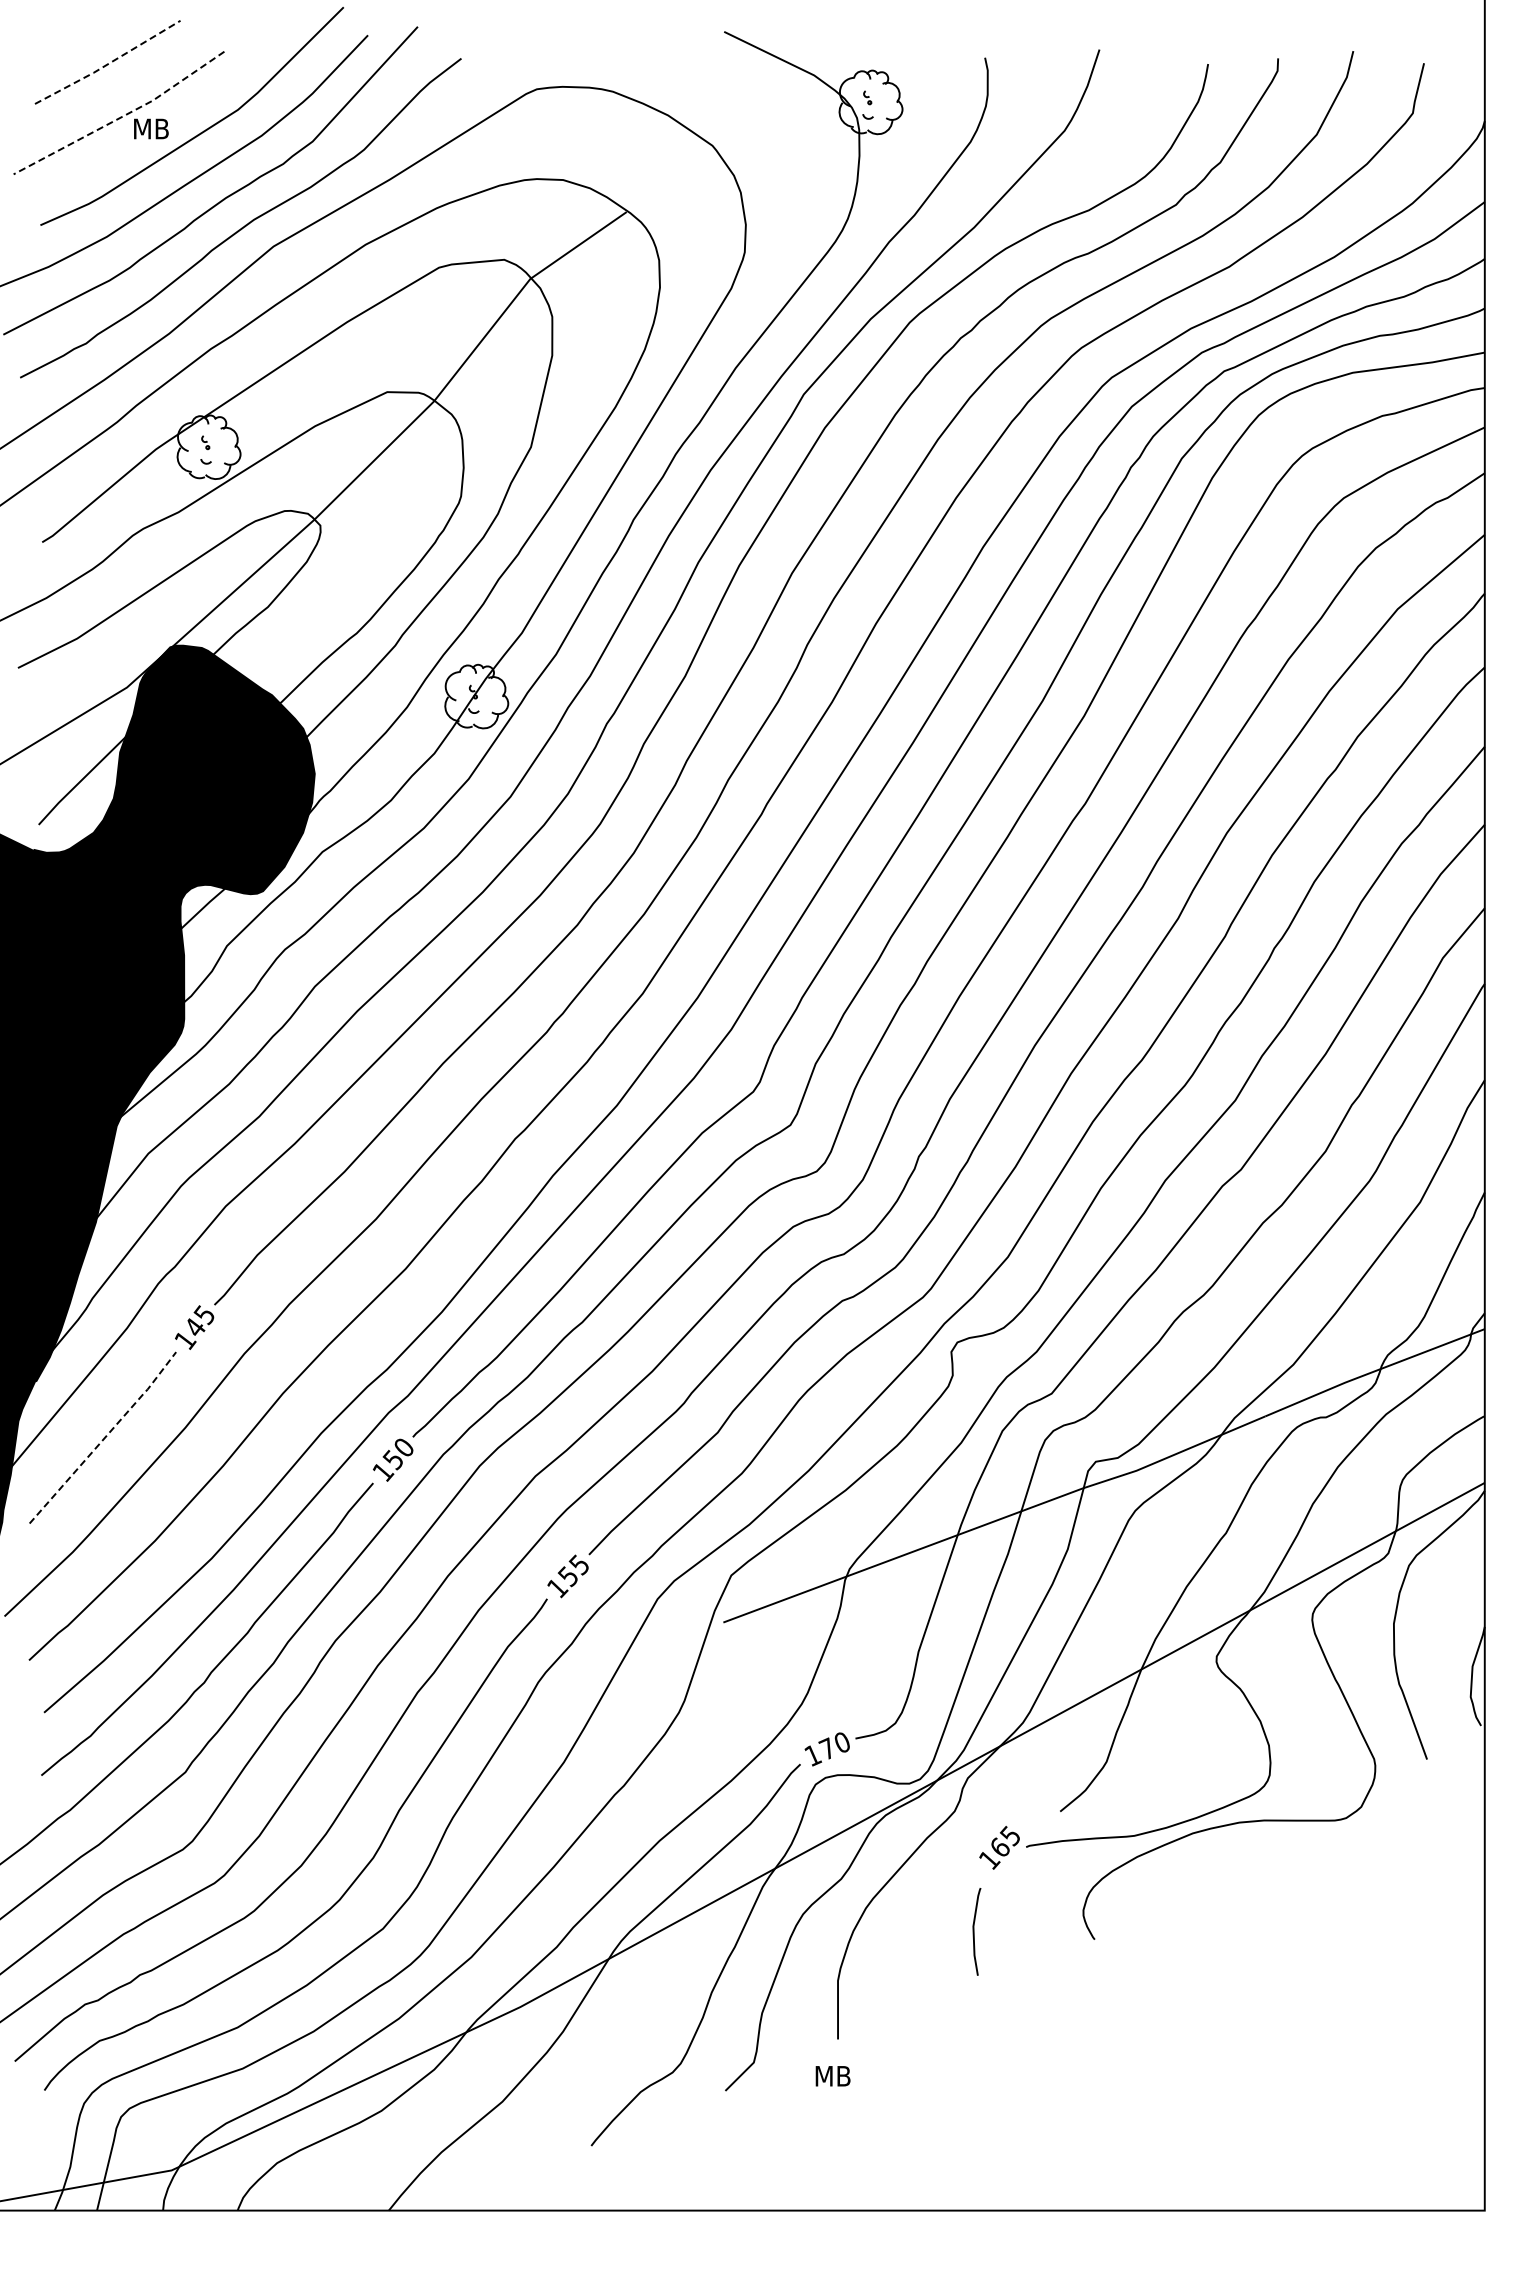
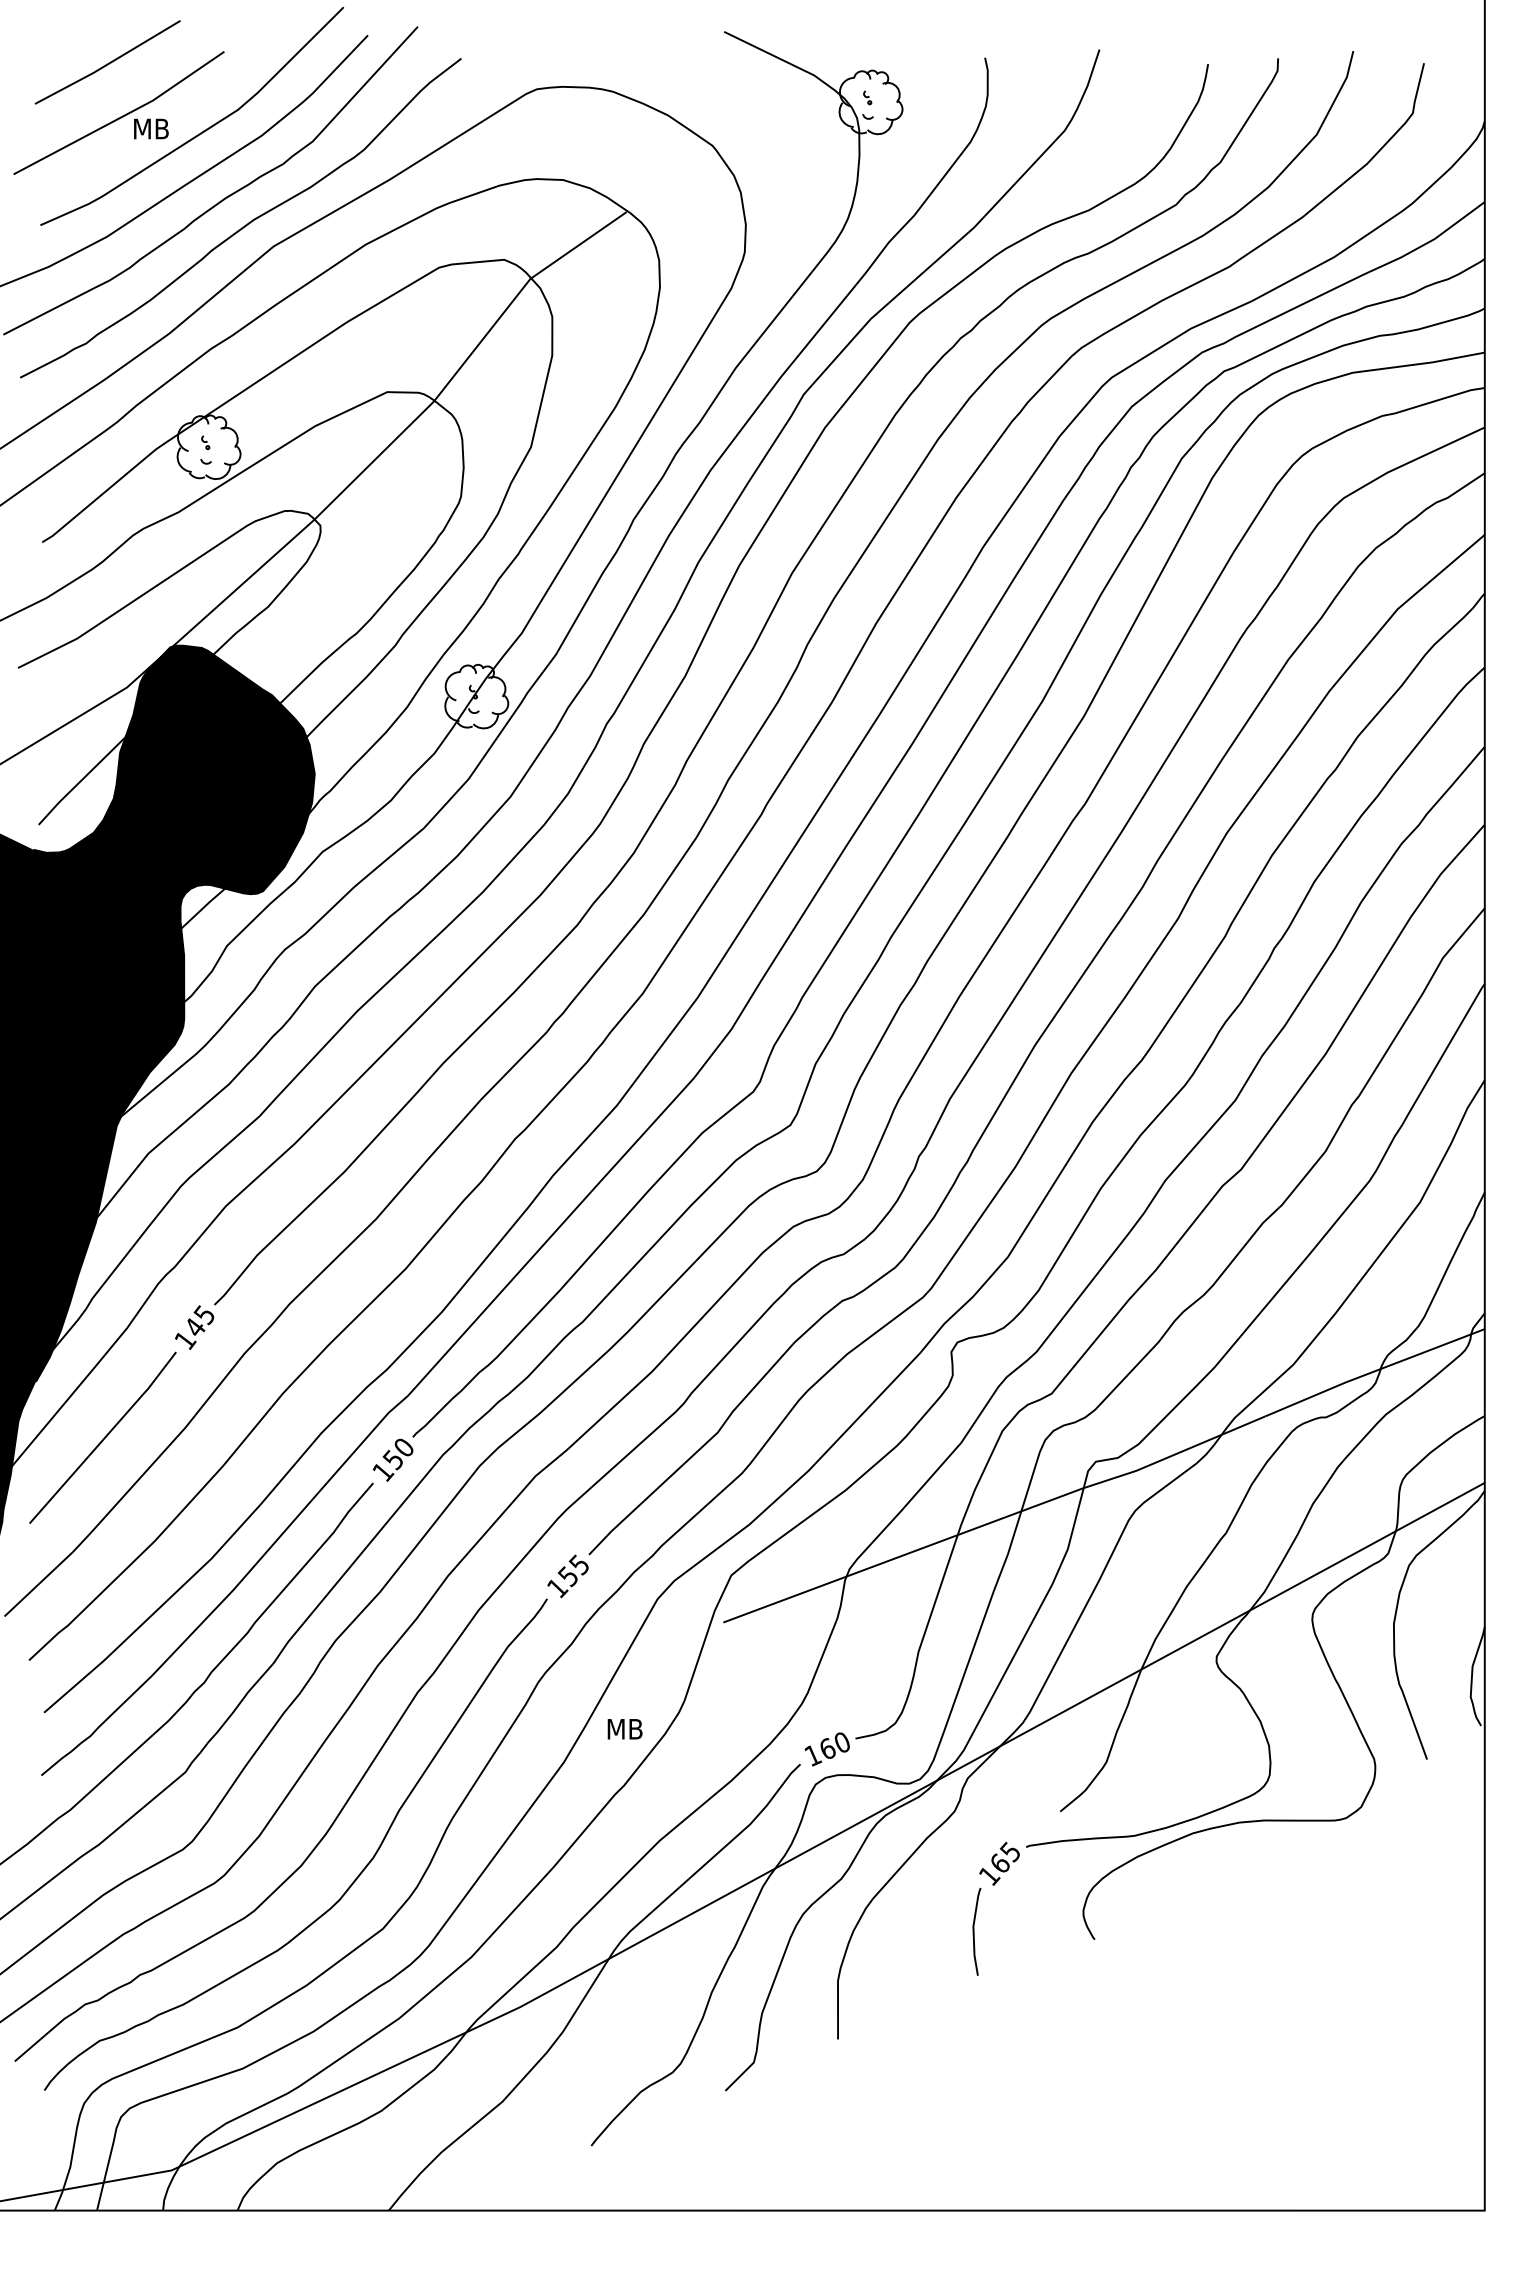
line at (108, 64): dashed -> solid
line at (122, 116): dashed -> solid
line at (104, 1438): dashed -> solid
text at (826, 1748): 170 -> 160
text at (999, 1847) position: (999, 1847) -> (999, 1863)
text at (832, 2076) position: (832, 2076) -> (624, 1729)
